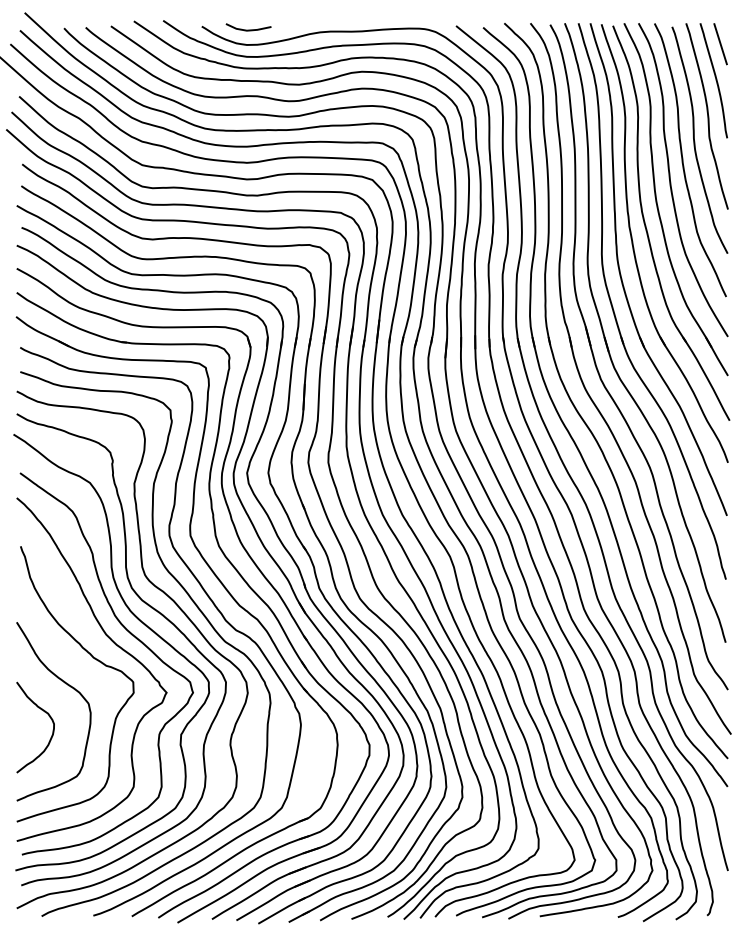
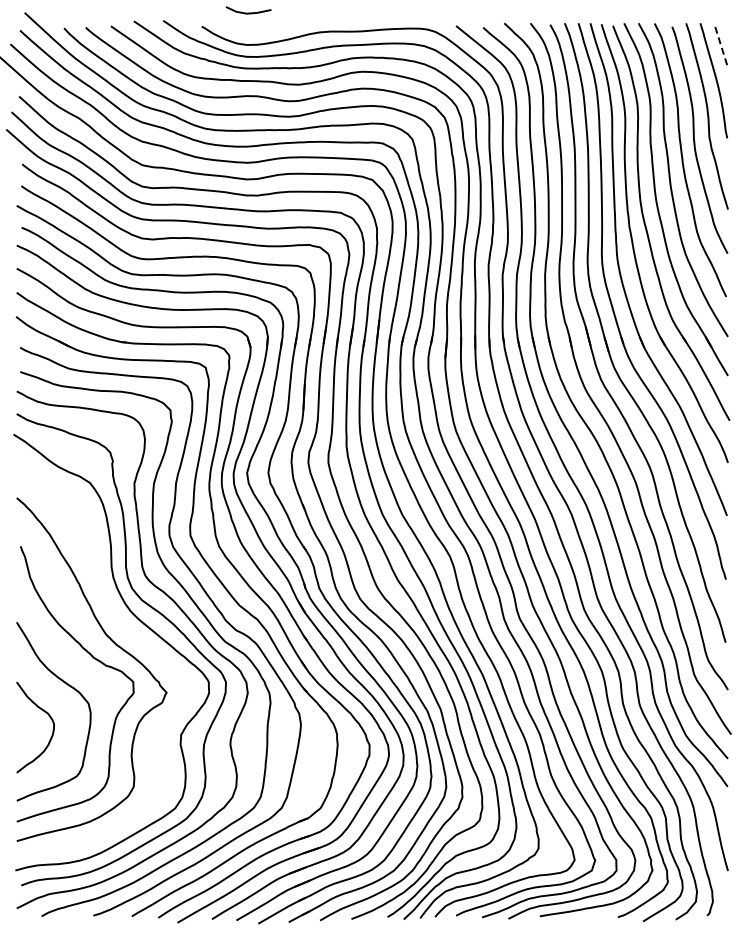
line at (248, 29) position: (248, 29) -> (248, 12)
line at (720, 44): solid -> dashed
curve at (131, 635): present -> none
